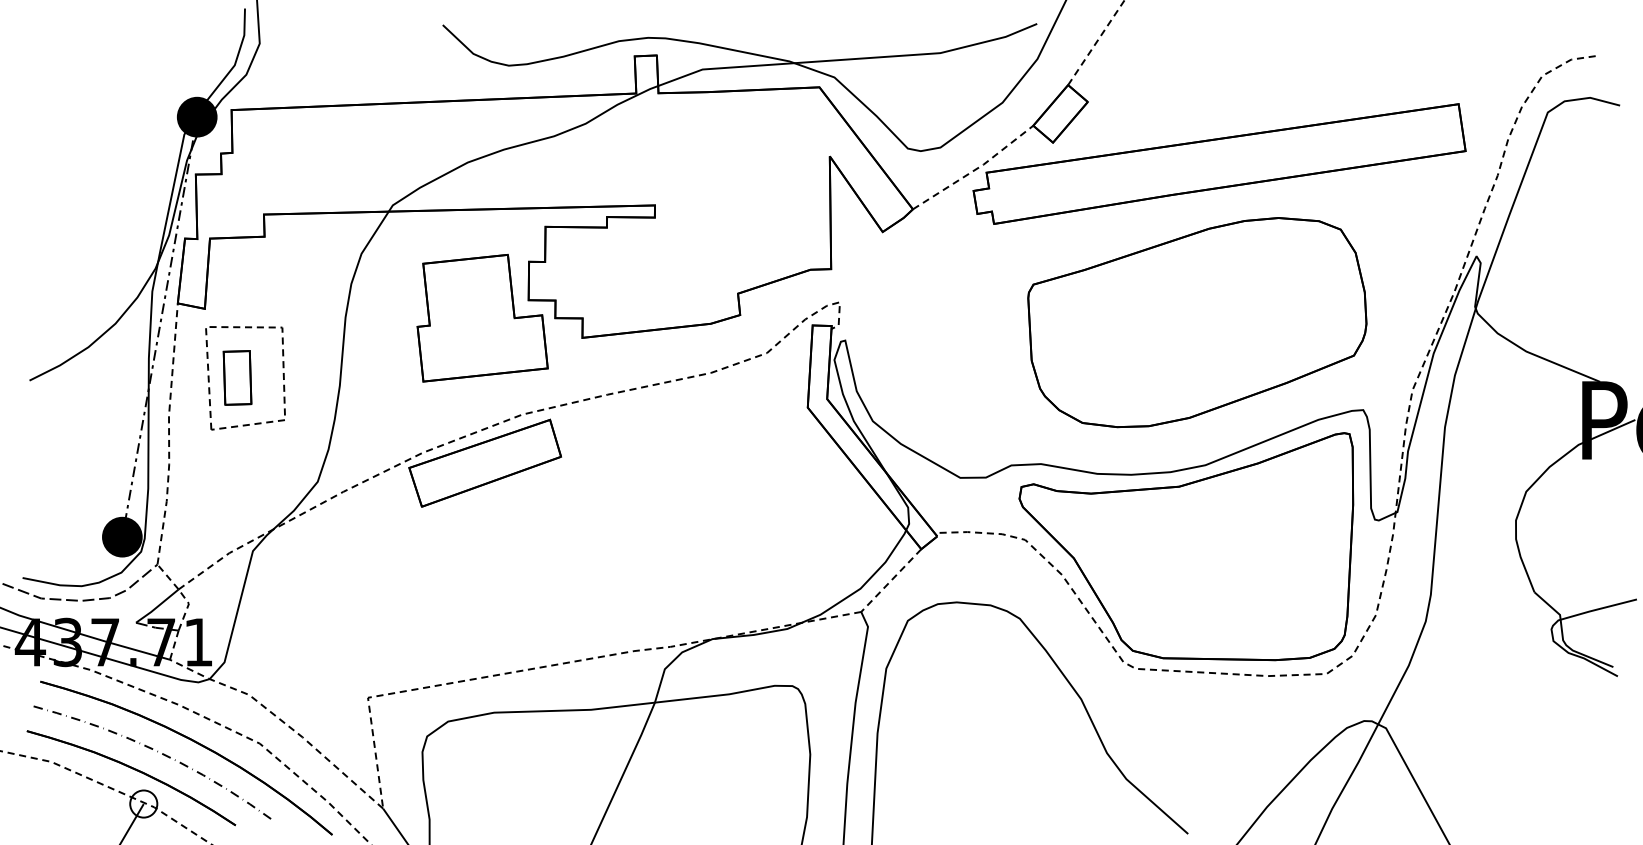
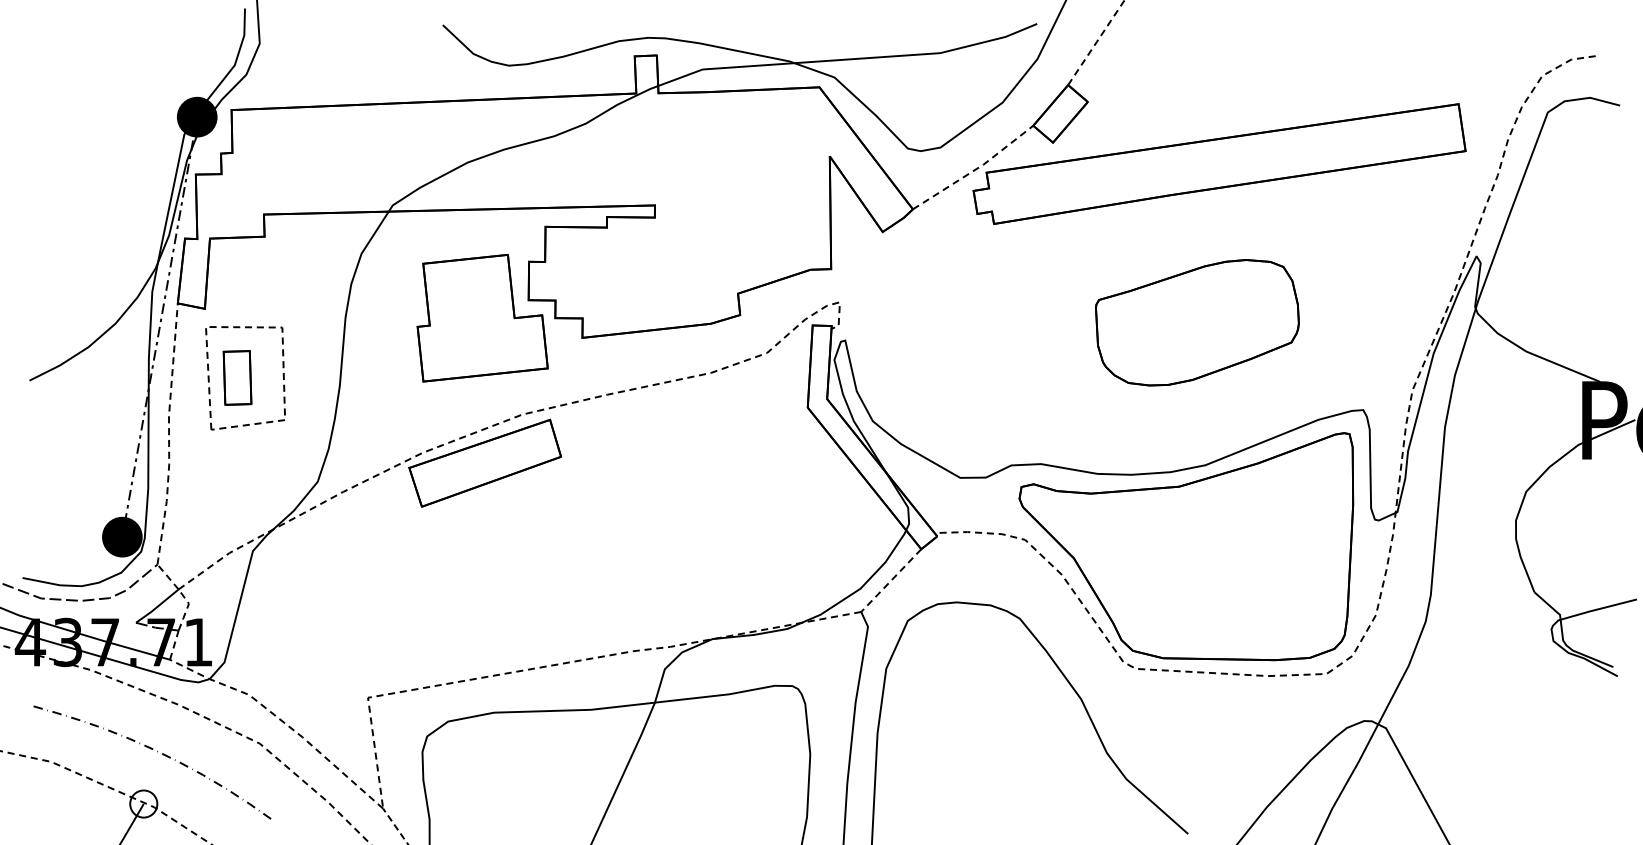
part at (1197, 322) size: 341x212 px -> 205x128 px
part at (188, 739): present -> none
line at (395, 826): solid -> dashed
